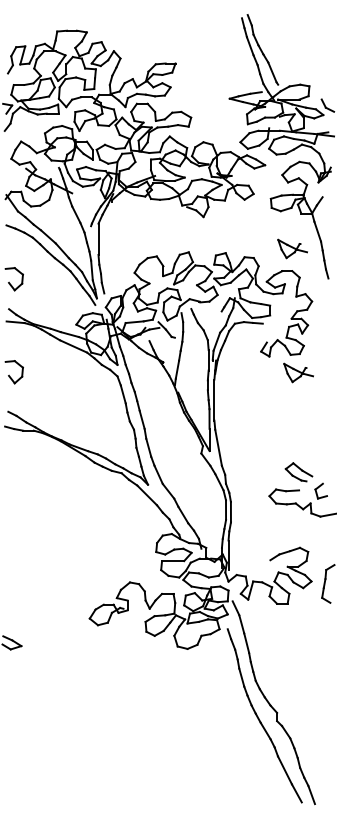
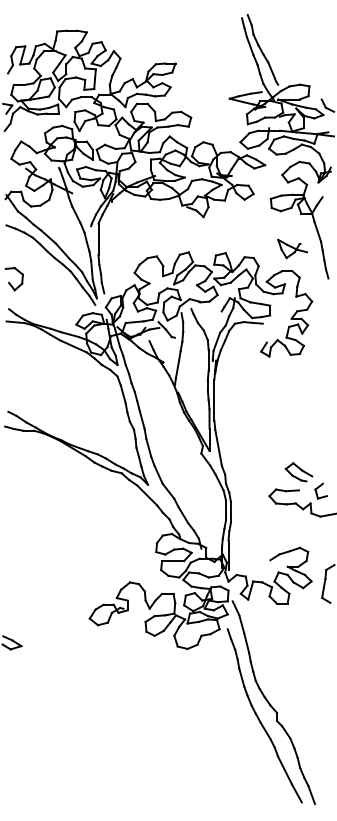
part at (13, 372): present -> none
part at (298, 372): present -> none
